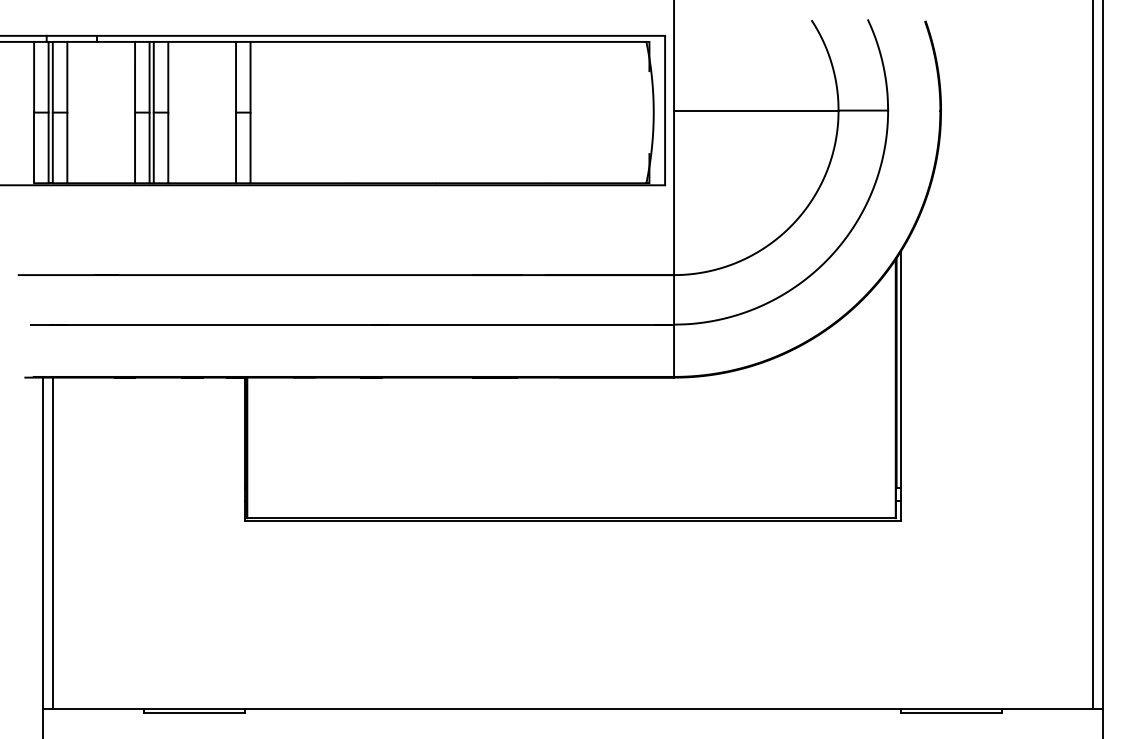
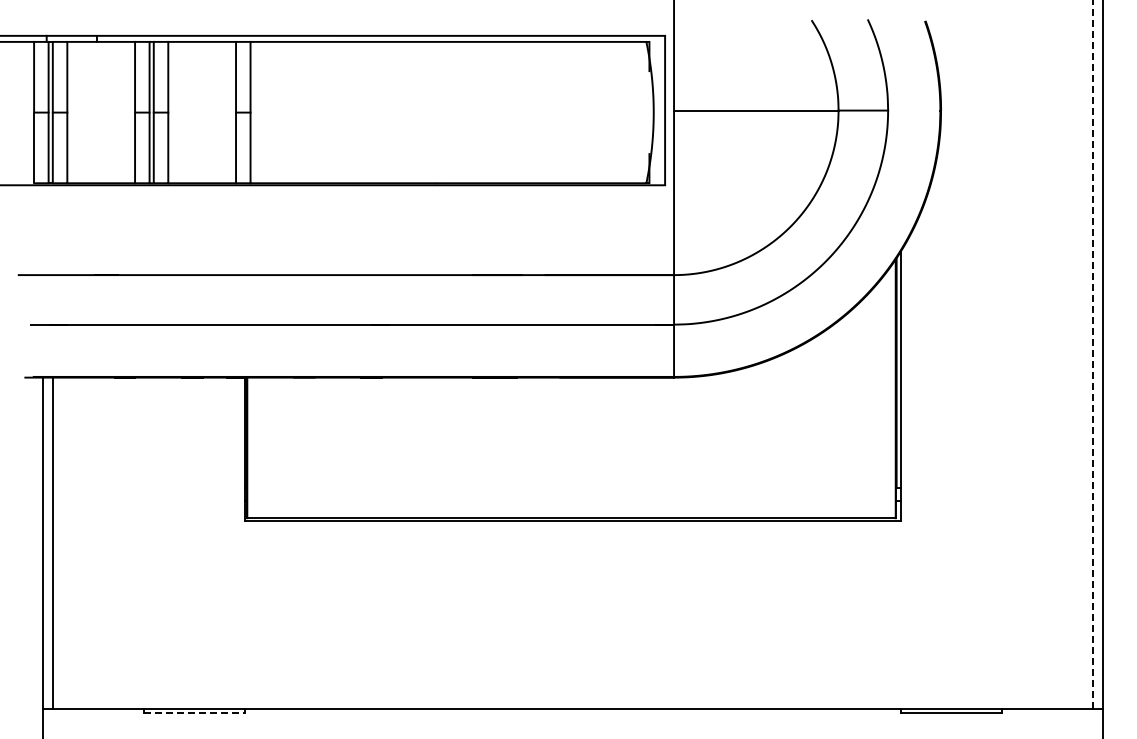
line at (1092, 354): solid -> dashed
line at (194, 713): solid -> dashed
